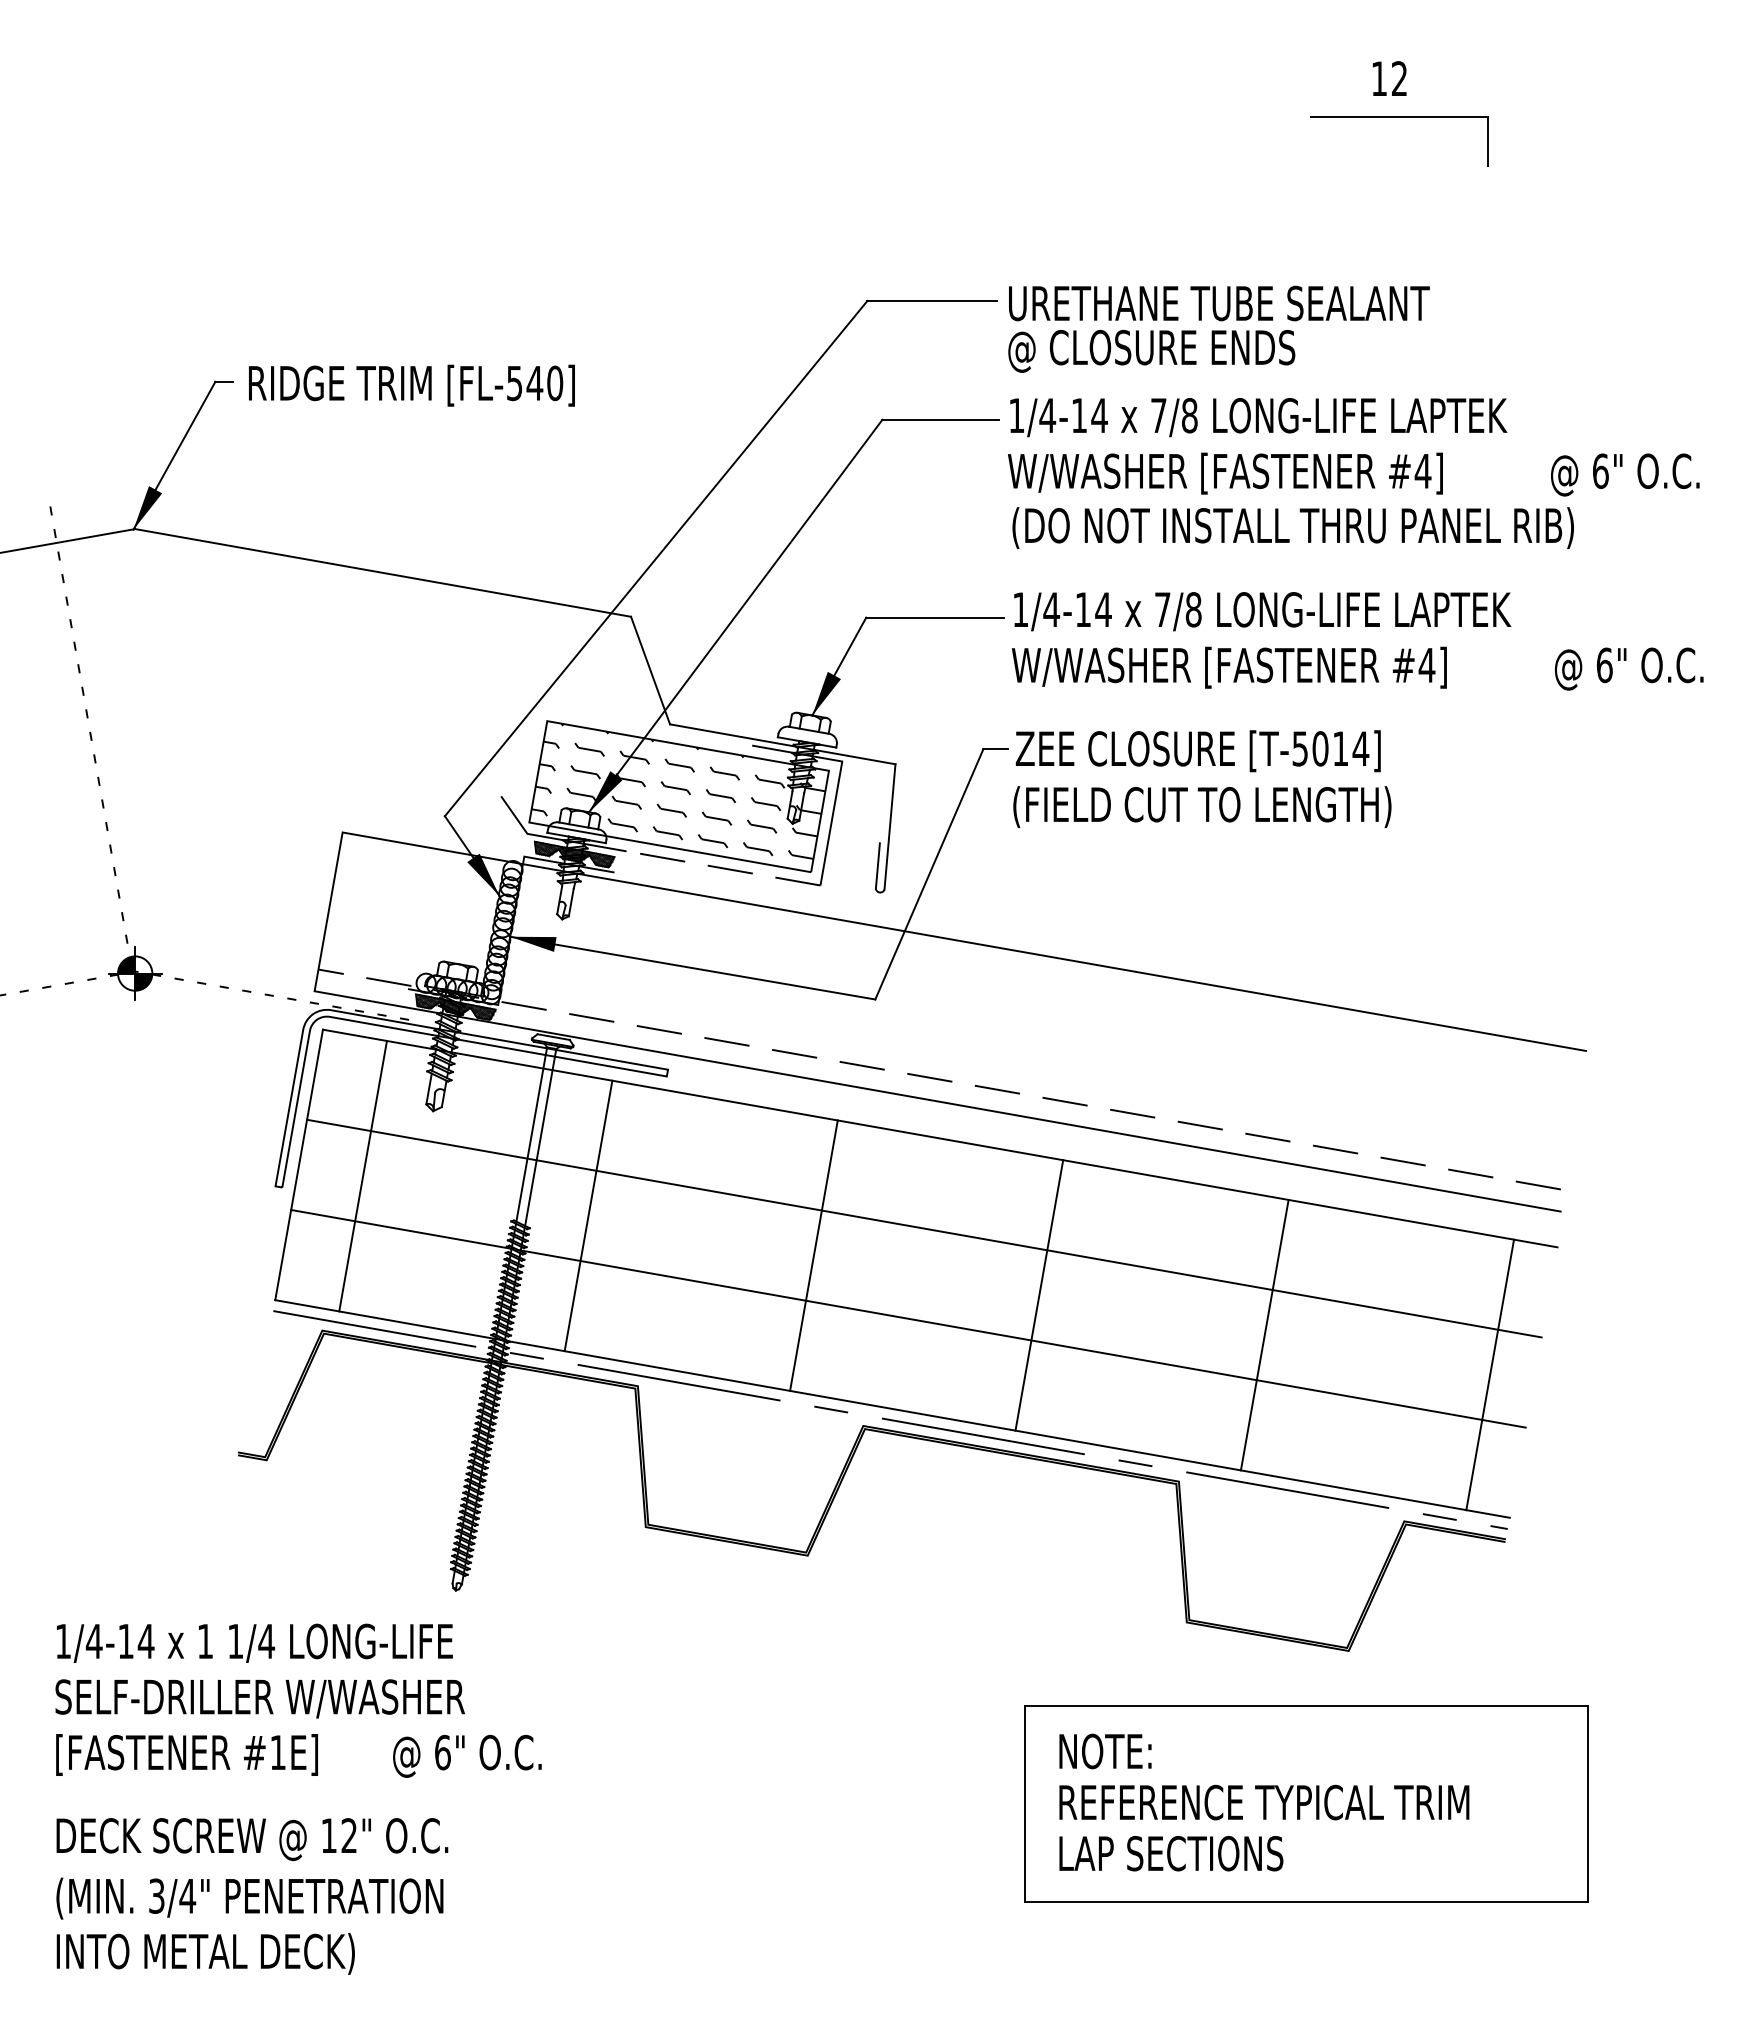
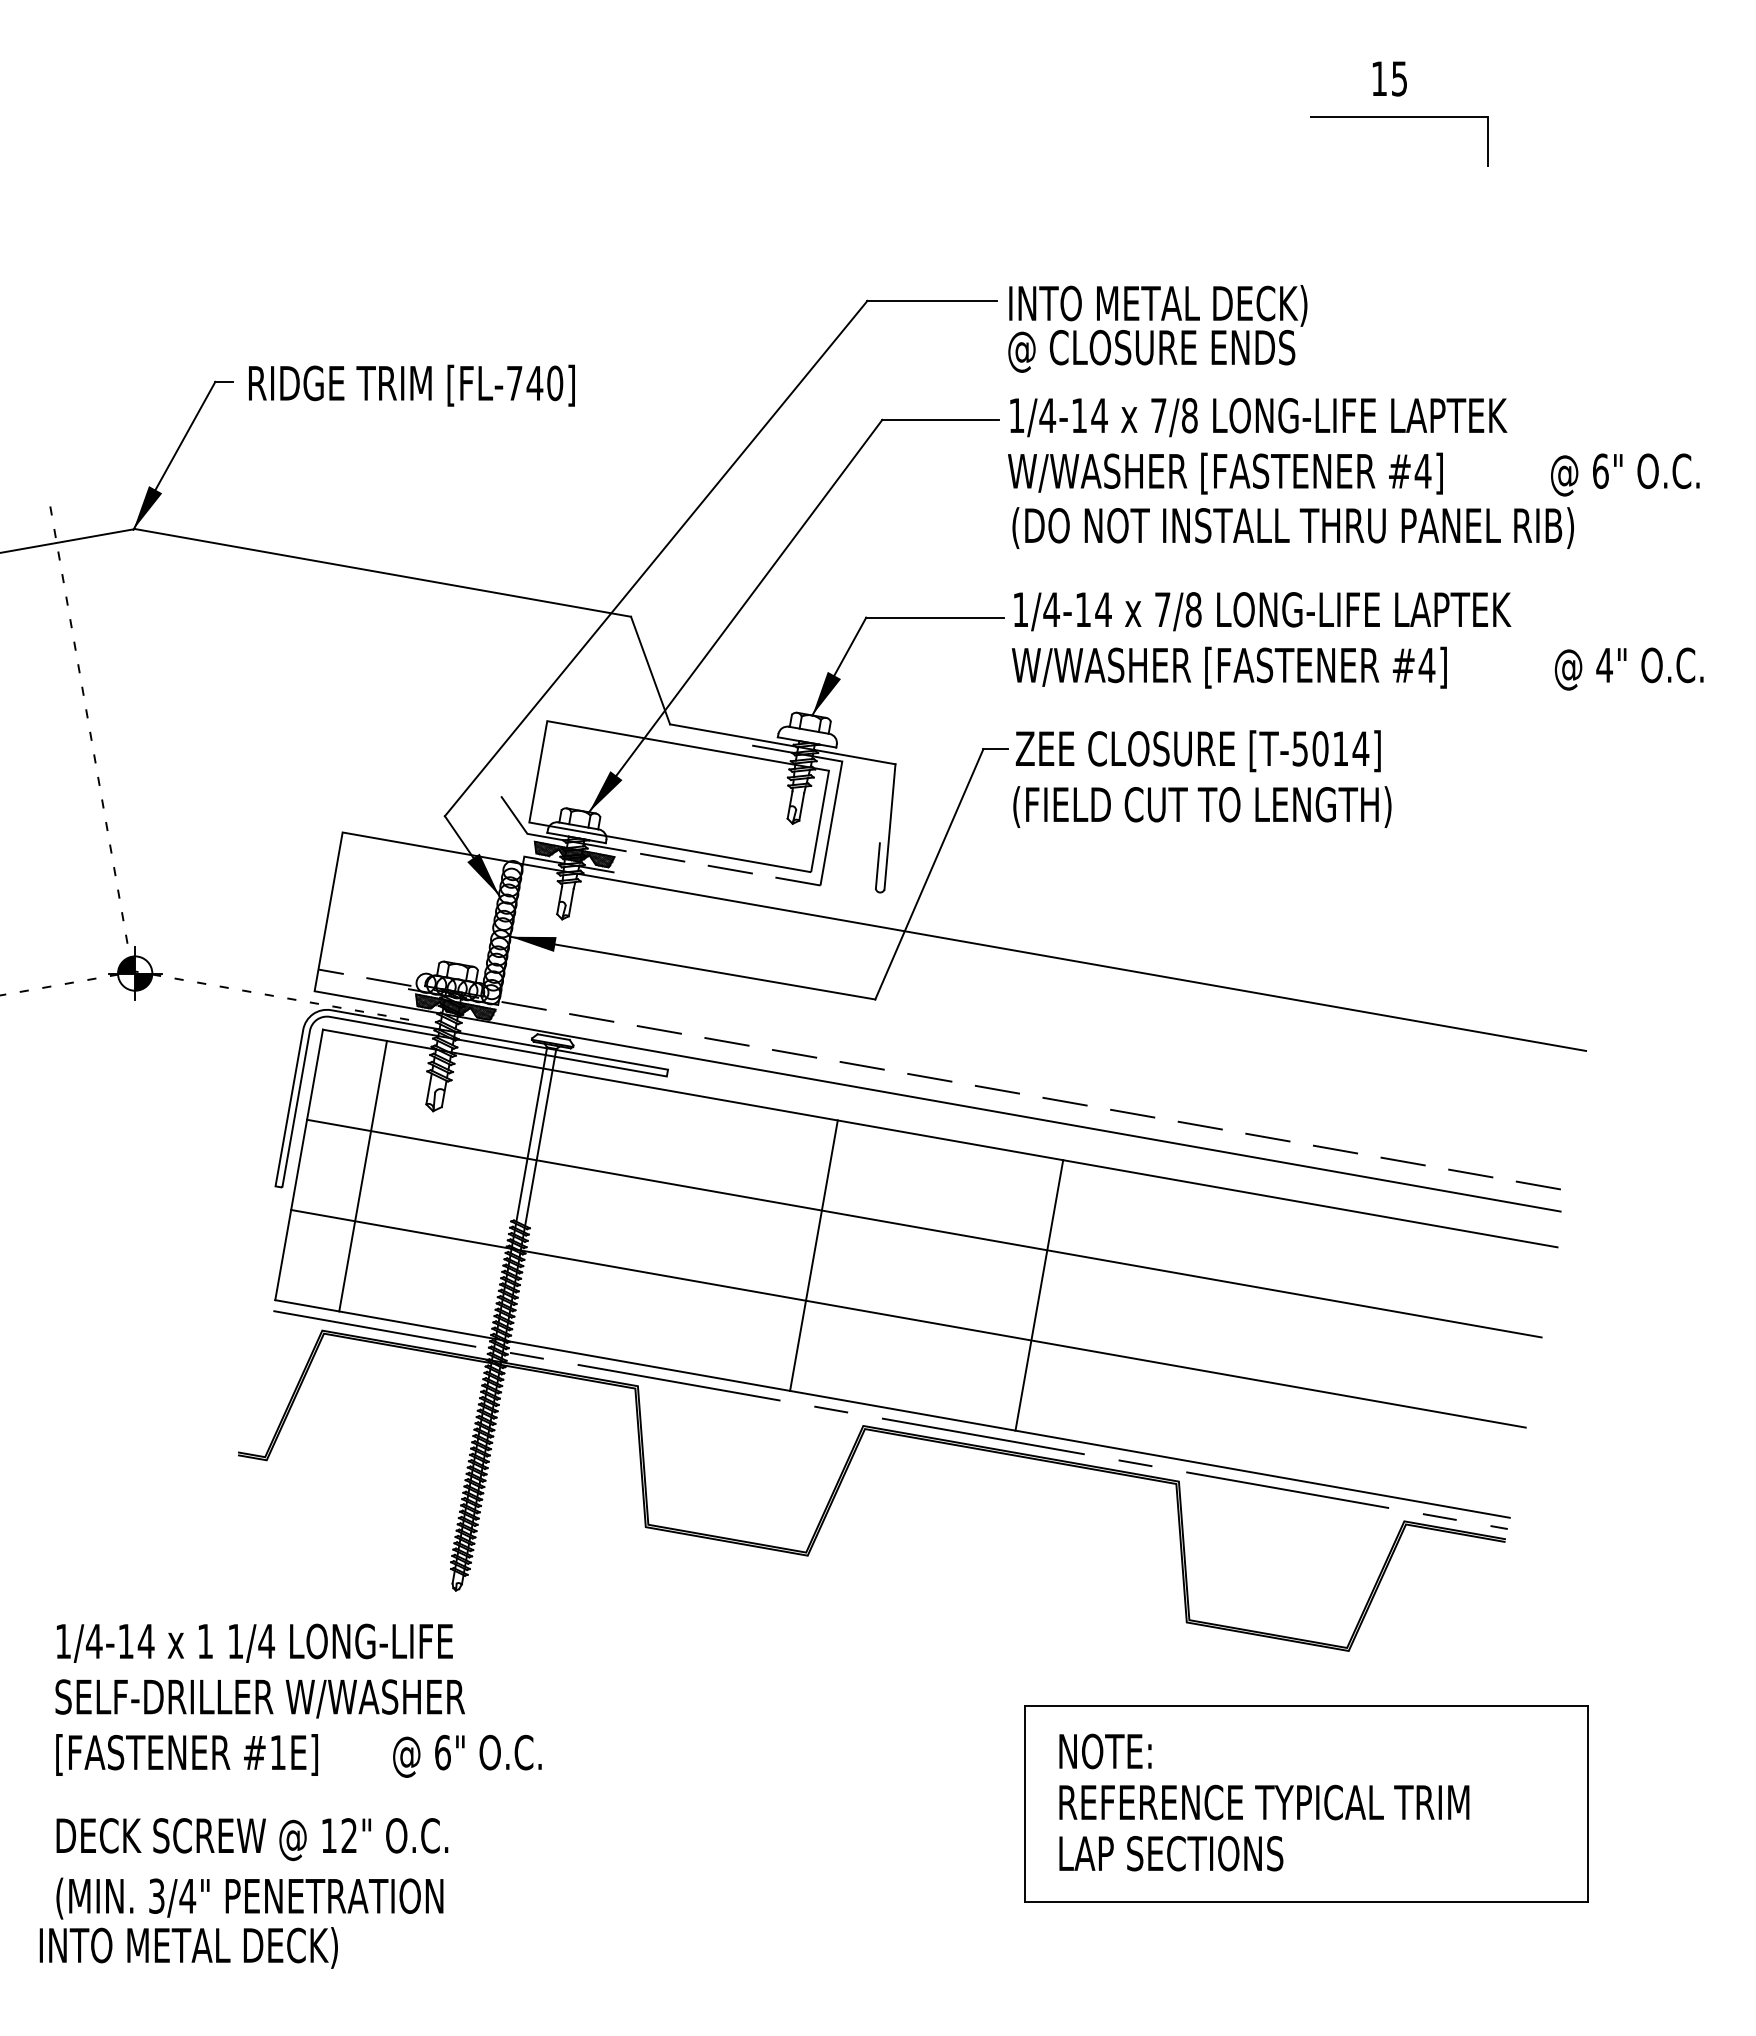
text at (1399, 78): 12 -> 15
text at (1219, 305): URETHANE TUBE SEALANT -> INTO METAL DECK)
text at (514, 383): [FL-540] -> [FL-740]
text at (1604, 665): 6" -> 4"
hatch at (678, 790): present -> none
line at (588, 1215): present -> none
line at (1264, 1334): present -> none
line at (1490, 1374): present -> none
text at (205, 1953) position: (205, 1953) -> (188, 1947)
